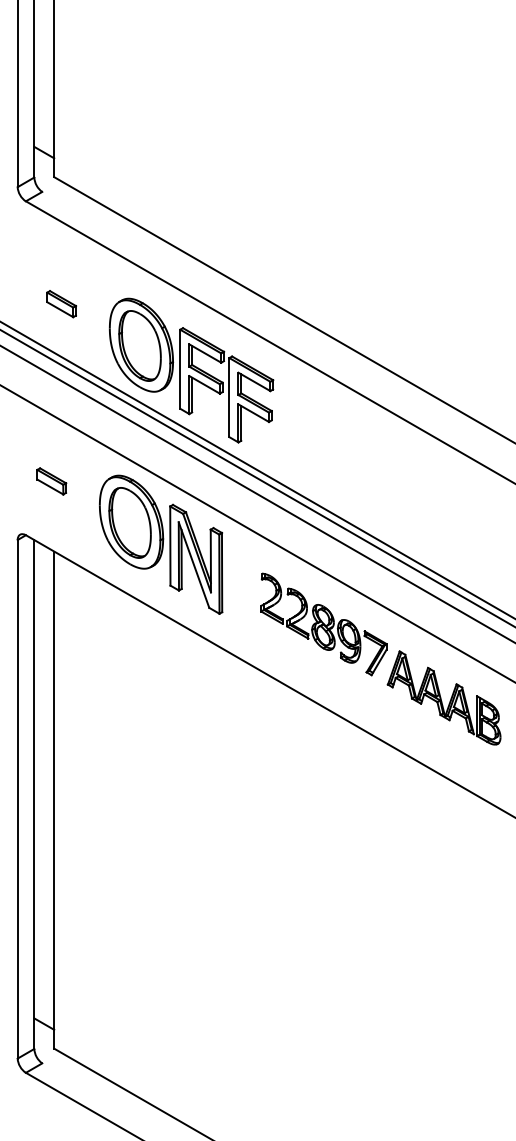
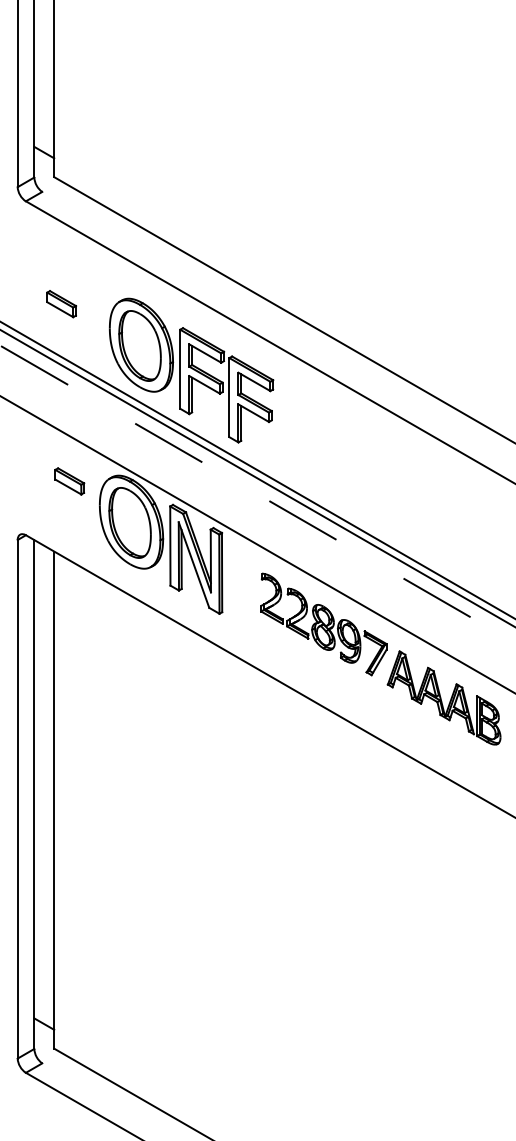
part at (51, 481) position: (51, 481) -> (69, 481)
line at (257, 494): solid -> dashed
line at (257, 533) position: (257, 533) -> (257, 544)
